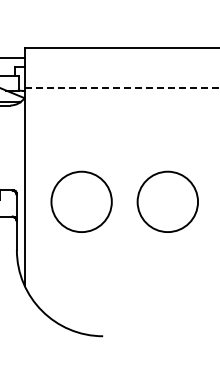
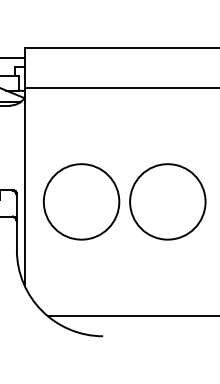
line at (122, 87): dashed -> solid
circle at (81, 201) size: 63x63 px -> 78x78 px
circle at (167, 201) diameter: 60 px -> 75 px
line at (132, 316): none -> present
